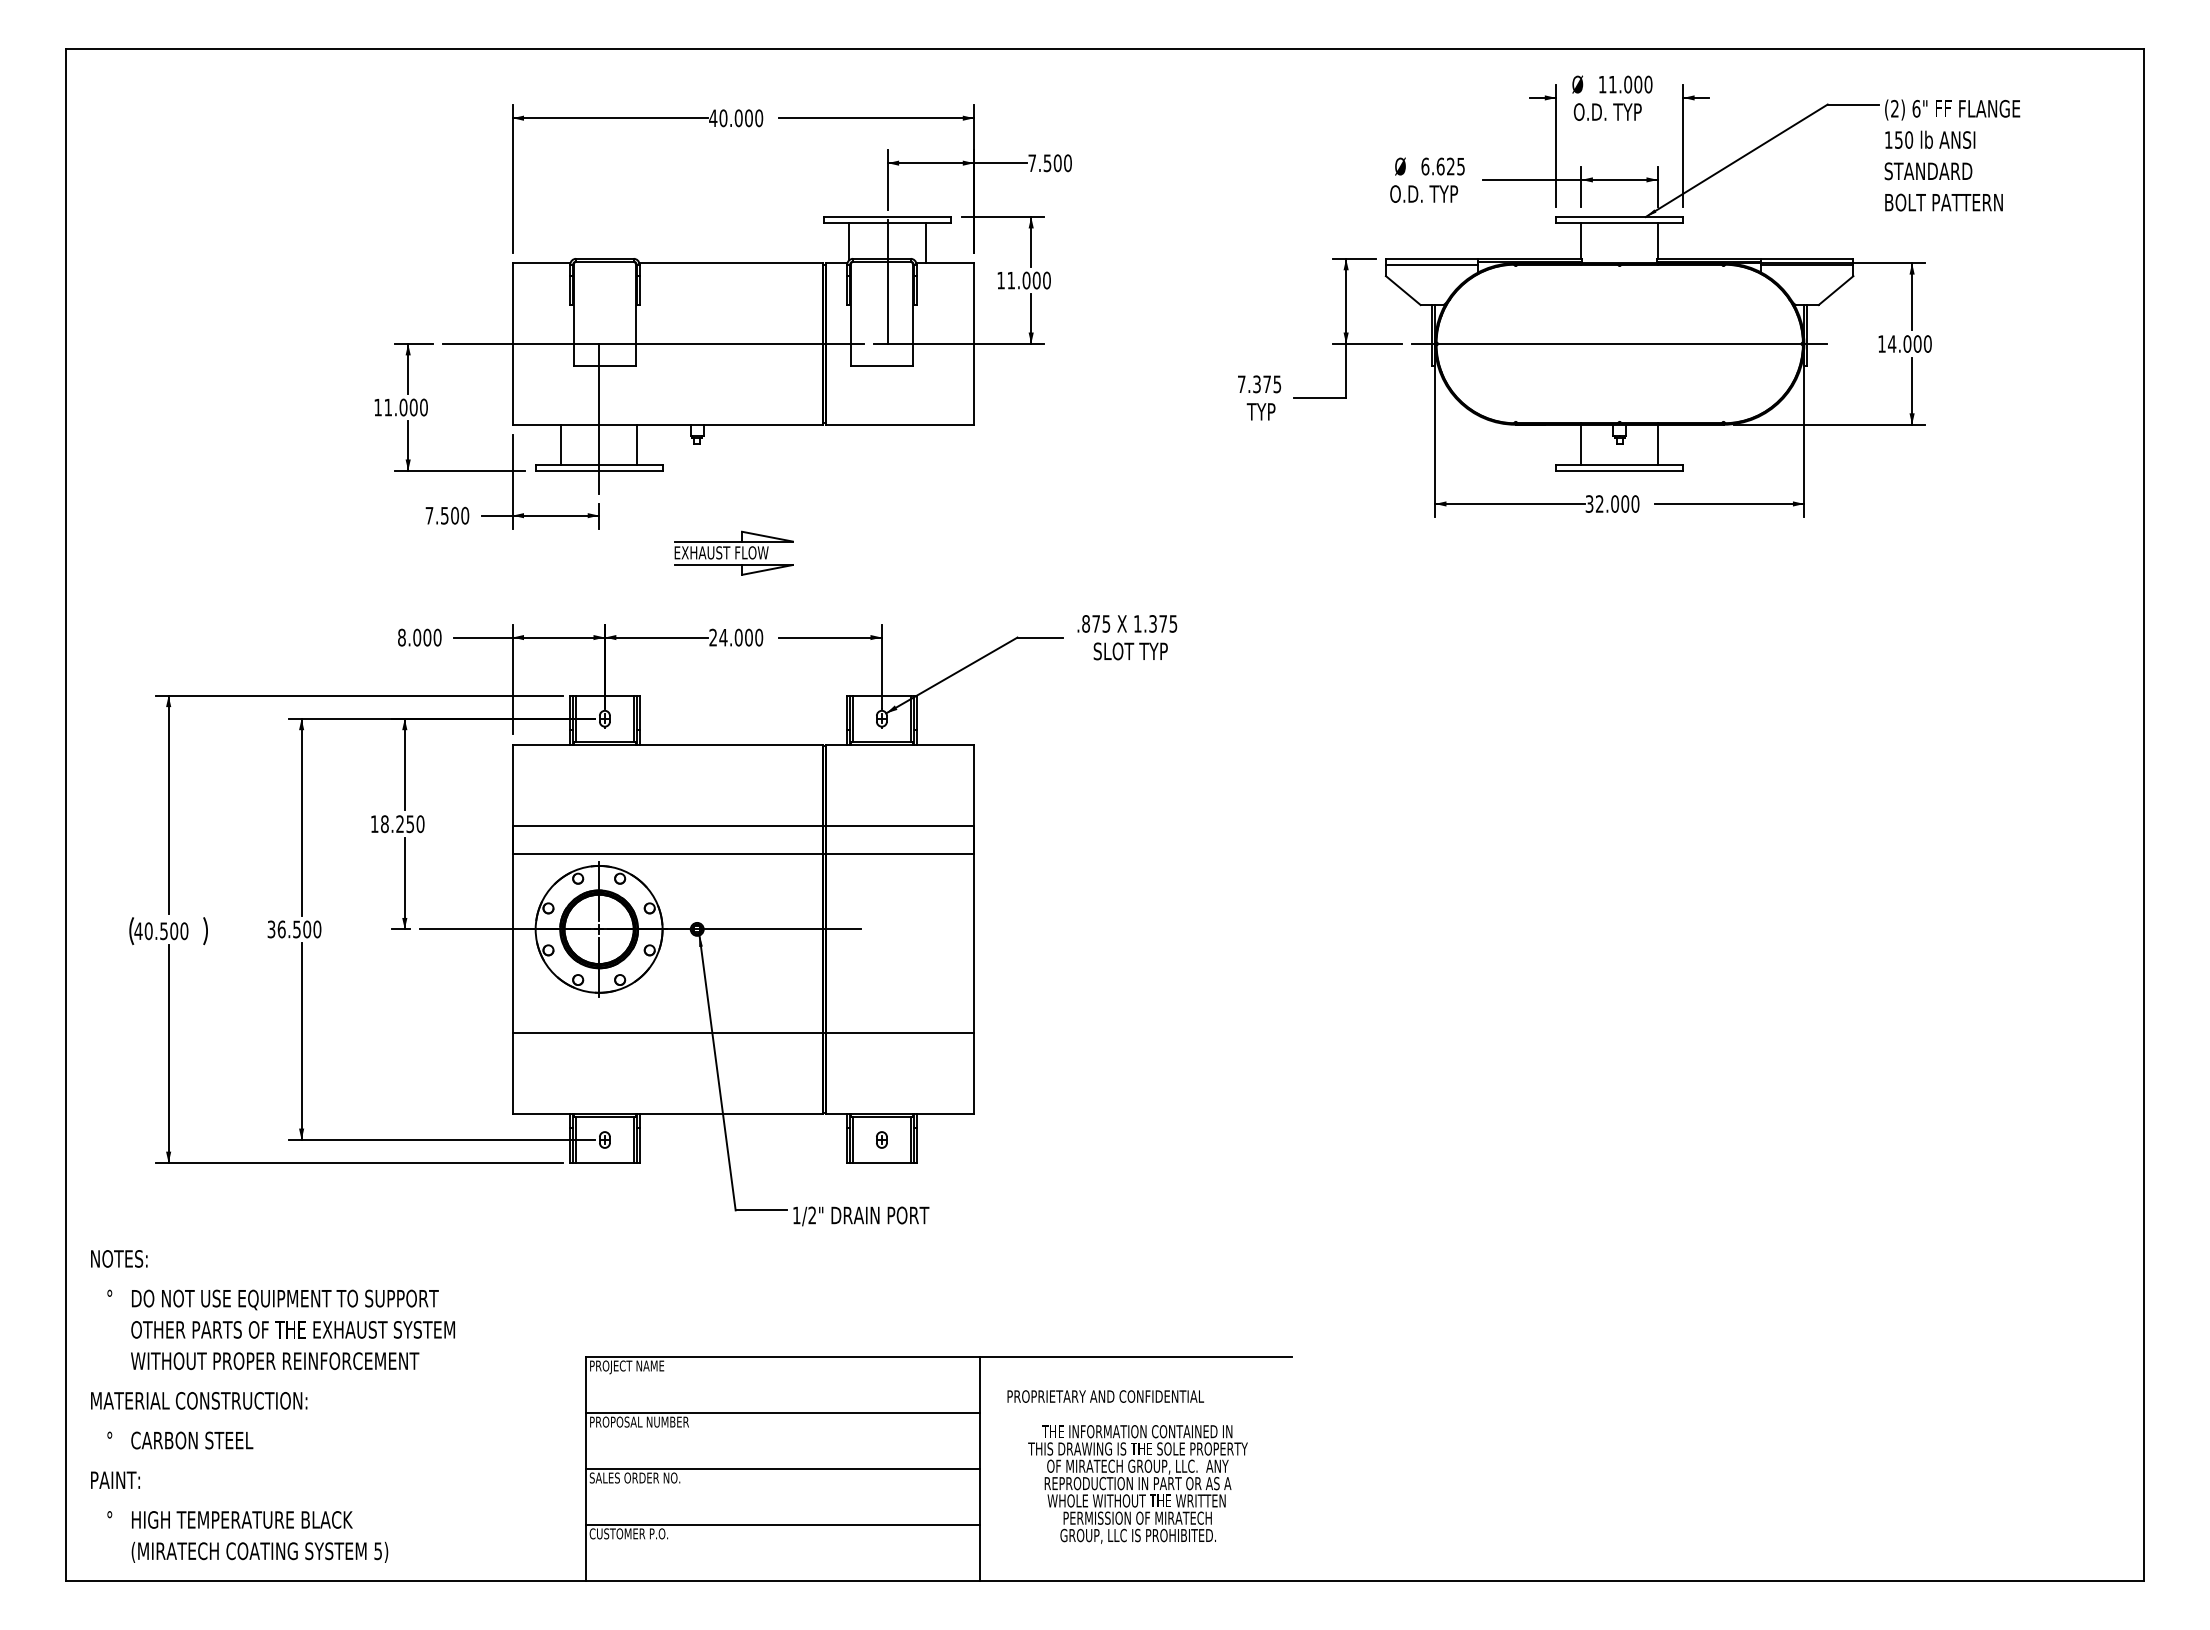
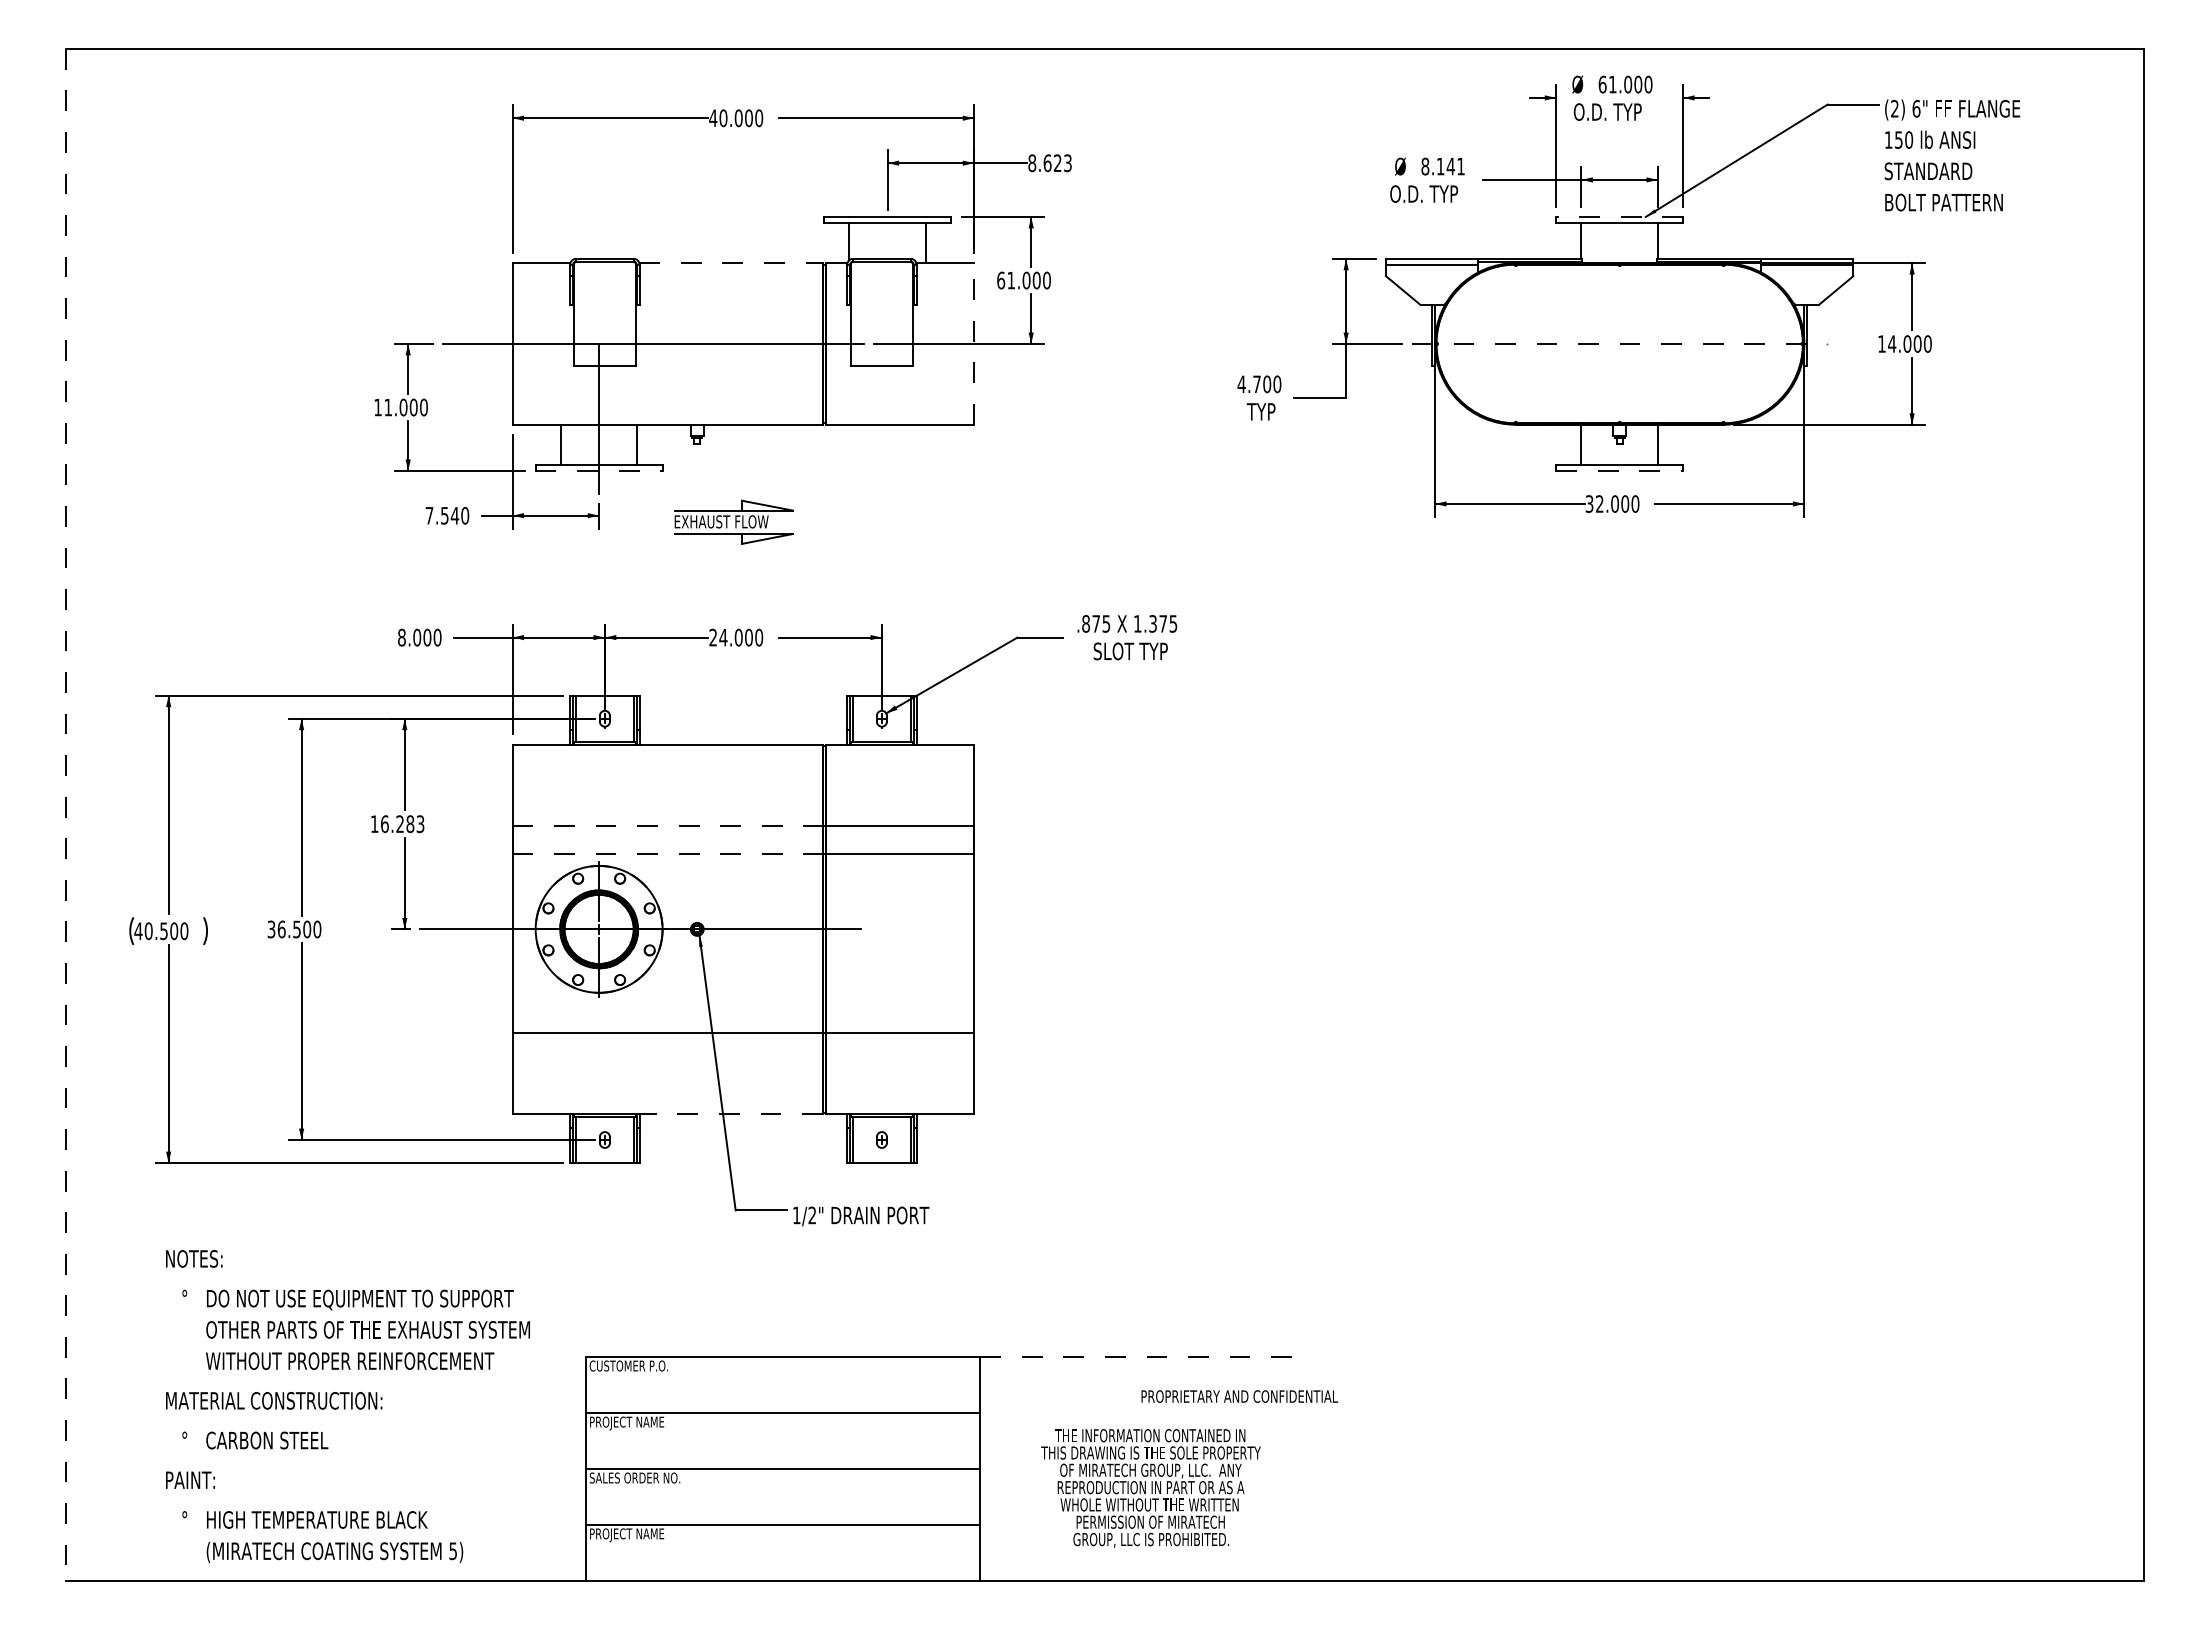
text at (1602, 84): 11.000 -> 61.000
text at (1049, 163): 7.500 -> 8.623
text at (1442, 166): 6.625 -> 8.141
line at (1619, 217): solid -> dashed
line at (731, 263): solid -> dashed
text at (1001, 280): 11.000 -> 61.000
line at (887, 281): present -> none
line at (974, 343): solid -> dashed
line at (1619, 343): solid -> dashed
text at (1259, 384): 7.375 -> 4.700
line at (599, 470): solid -> dashed
line at (1620, 470): solid -> dashed
text at (454, 515): 7.500 -> 7.540
part at (733, 552) position: (733, 552) -> (733, 521)
line at (66, 815): solid -> dashed
text at (402, 824): 18.250 -> 16.283
line at (668, 825): solid -> dashed
line at (668, 854): solid -> dashed
line at (729, 1114): solid -> dashed
line at (1136, 1356): solid -> dashed
text at (628, 1367): PROJECT NAME -> CUSTOMER P.O.
text at (1105, 1396) position: (1105, 1396) -> (1239, 1396)
text at (272, 1406) position: (272, 1406) -> (347, 1406)
text at (648, 1423): PROPOSAL NUMBER -> PROJECT NAME
text at (1137, 1484) position: (1137, 1484) -> (1150, 1488)
text at (628, 1535): CUSTOMER P.O. -> PROJECT NAME
